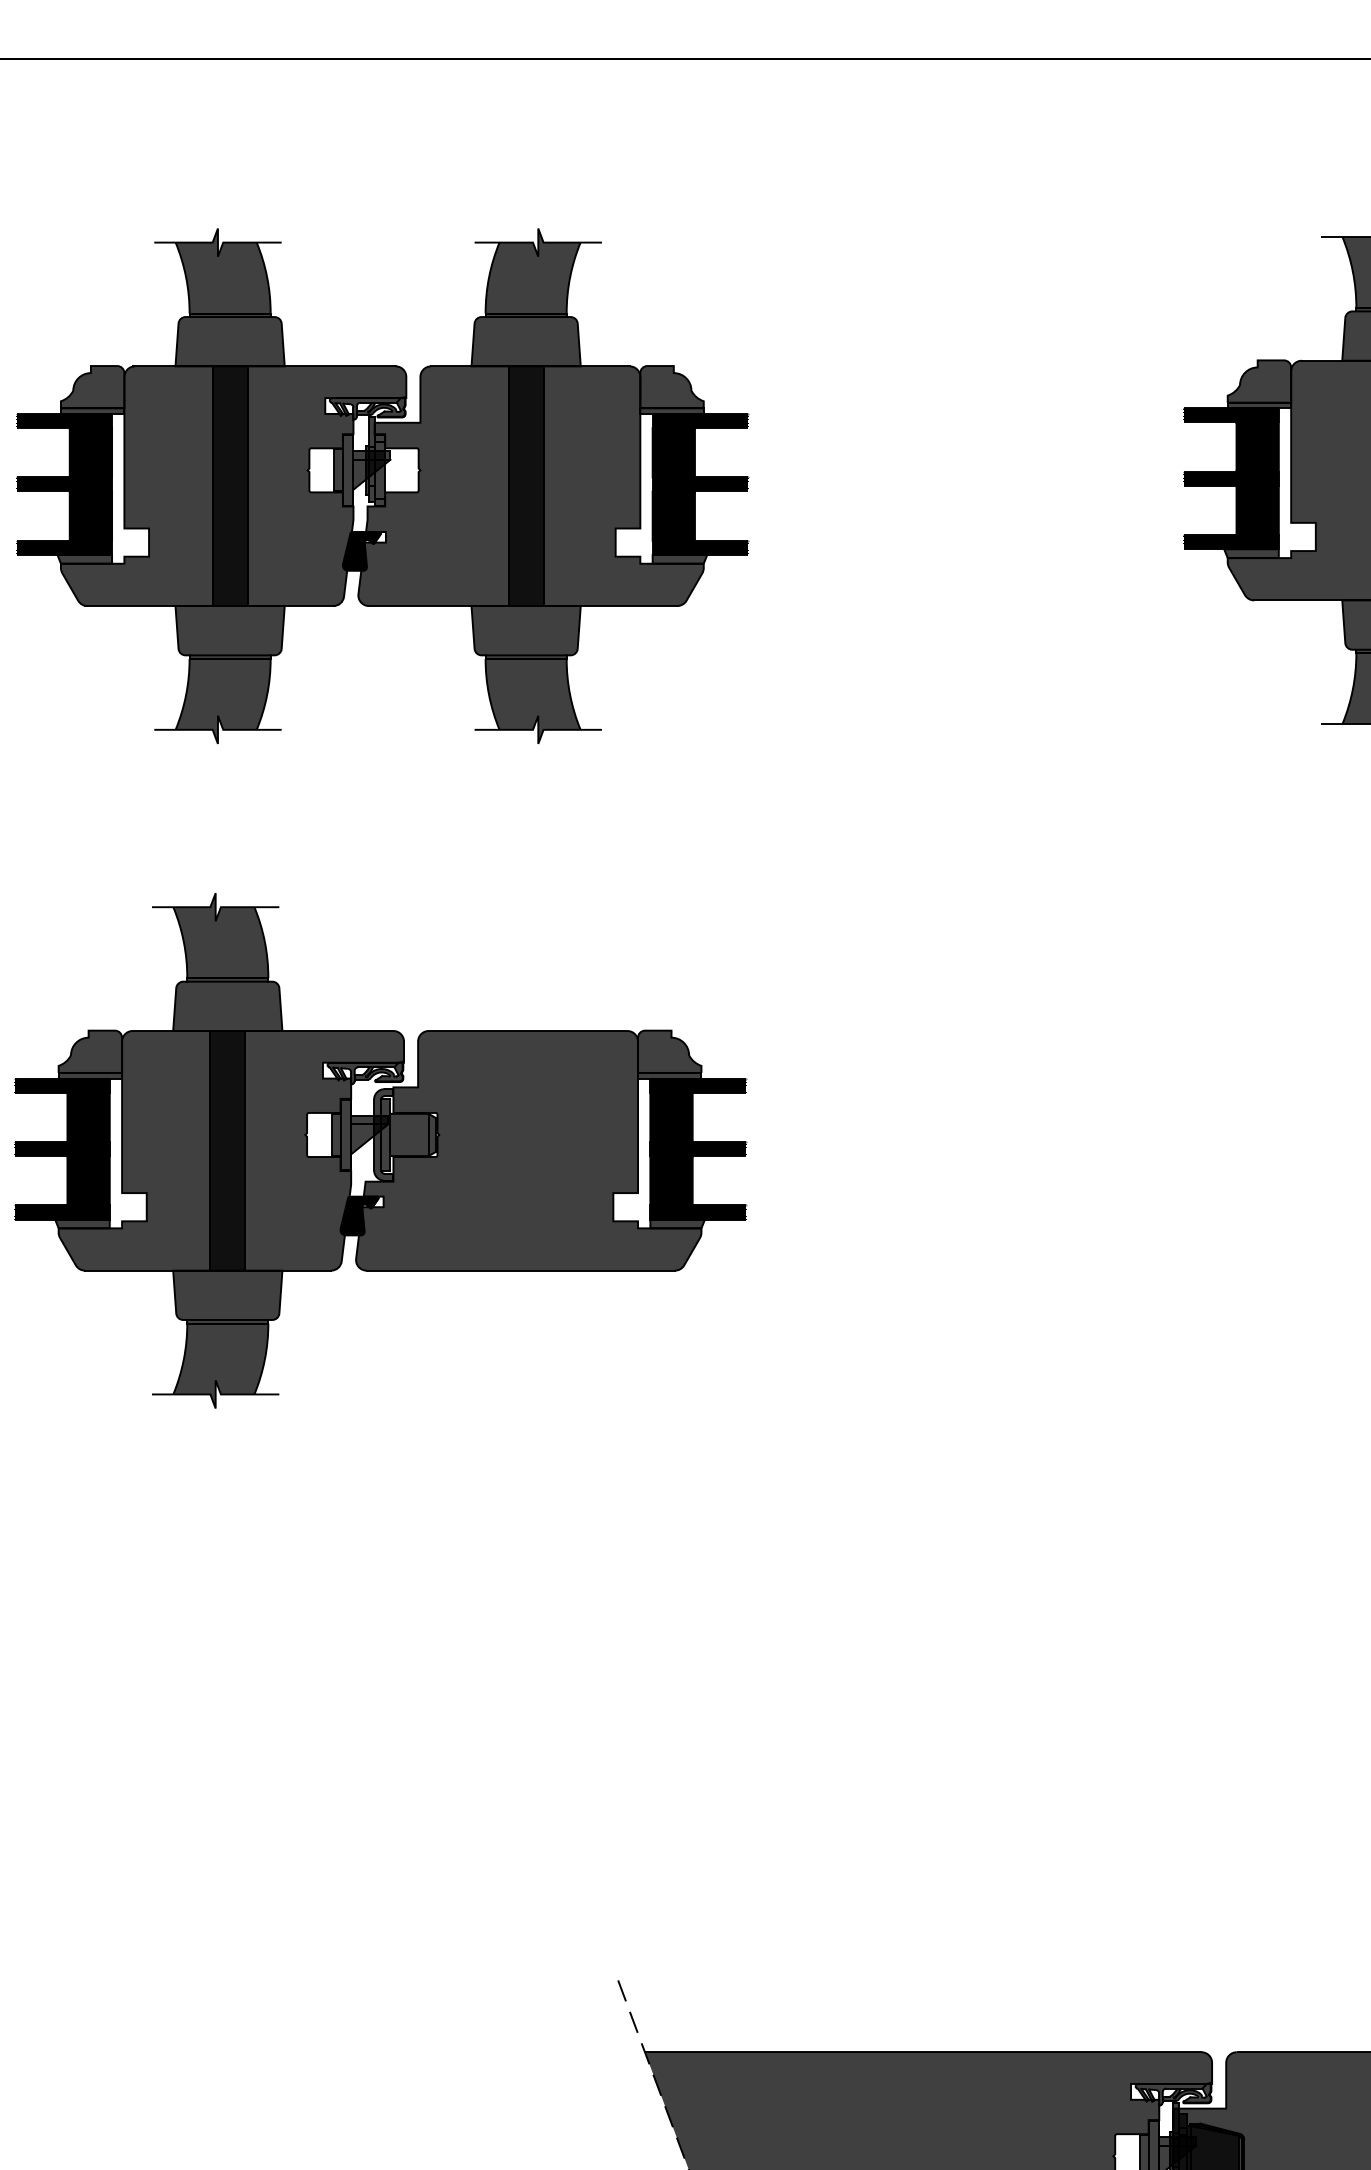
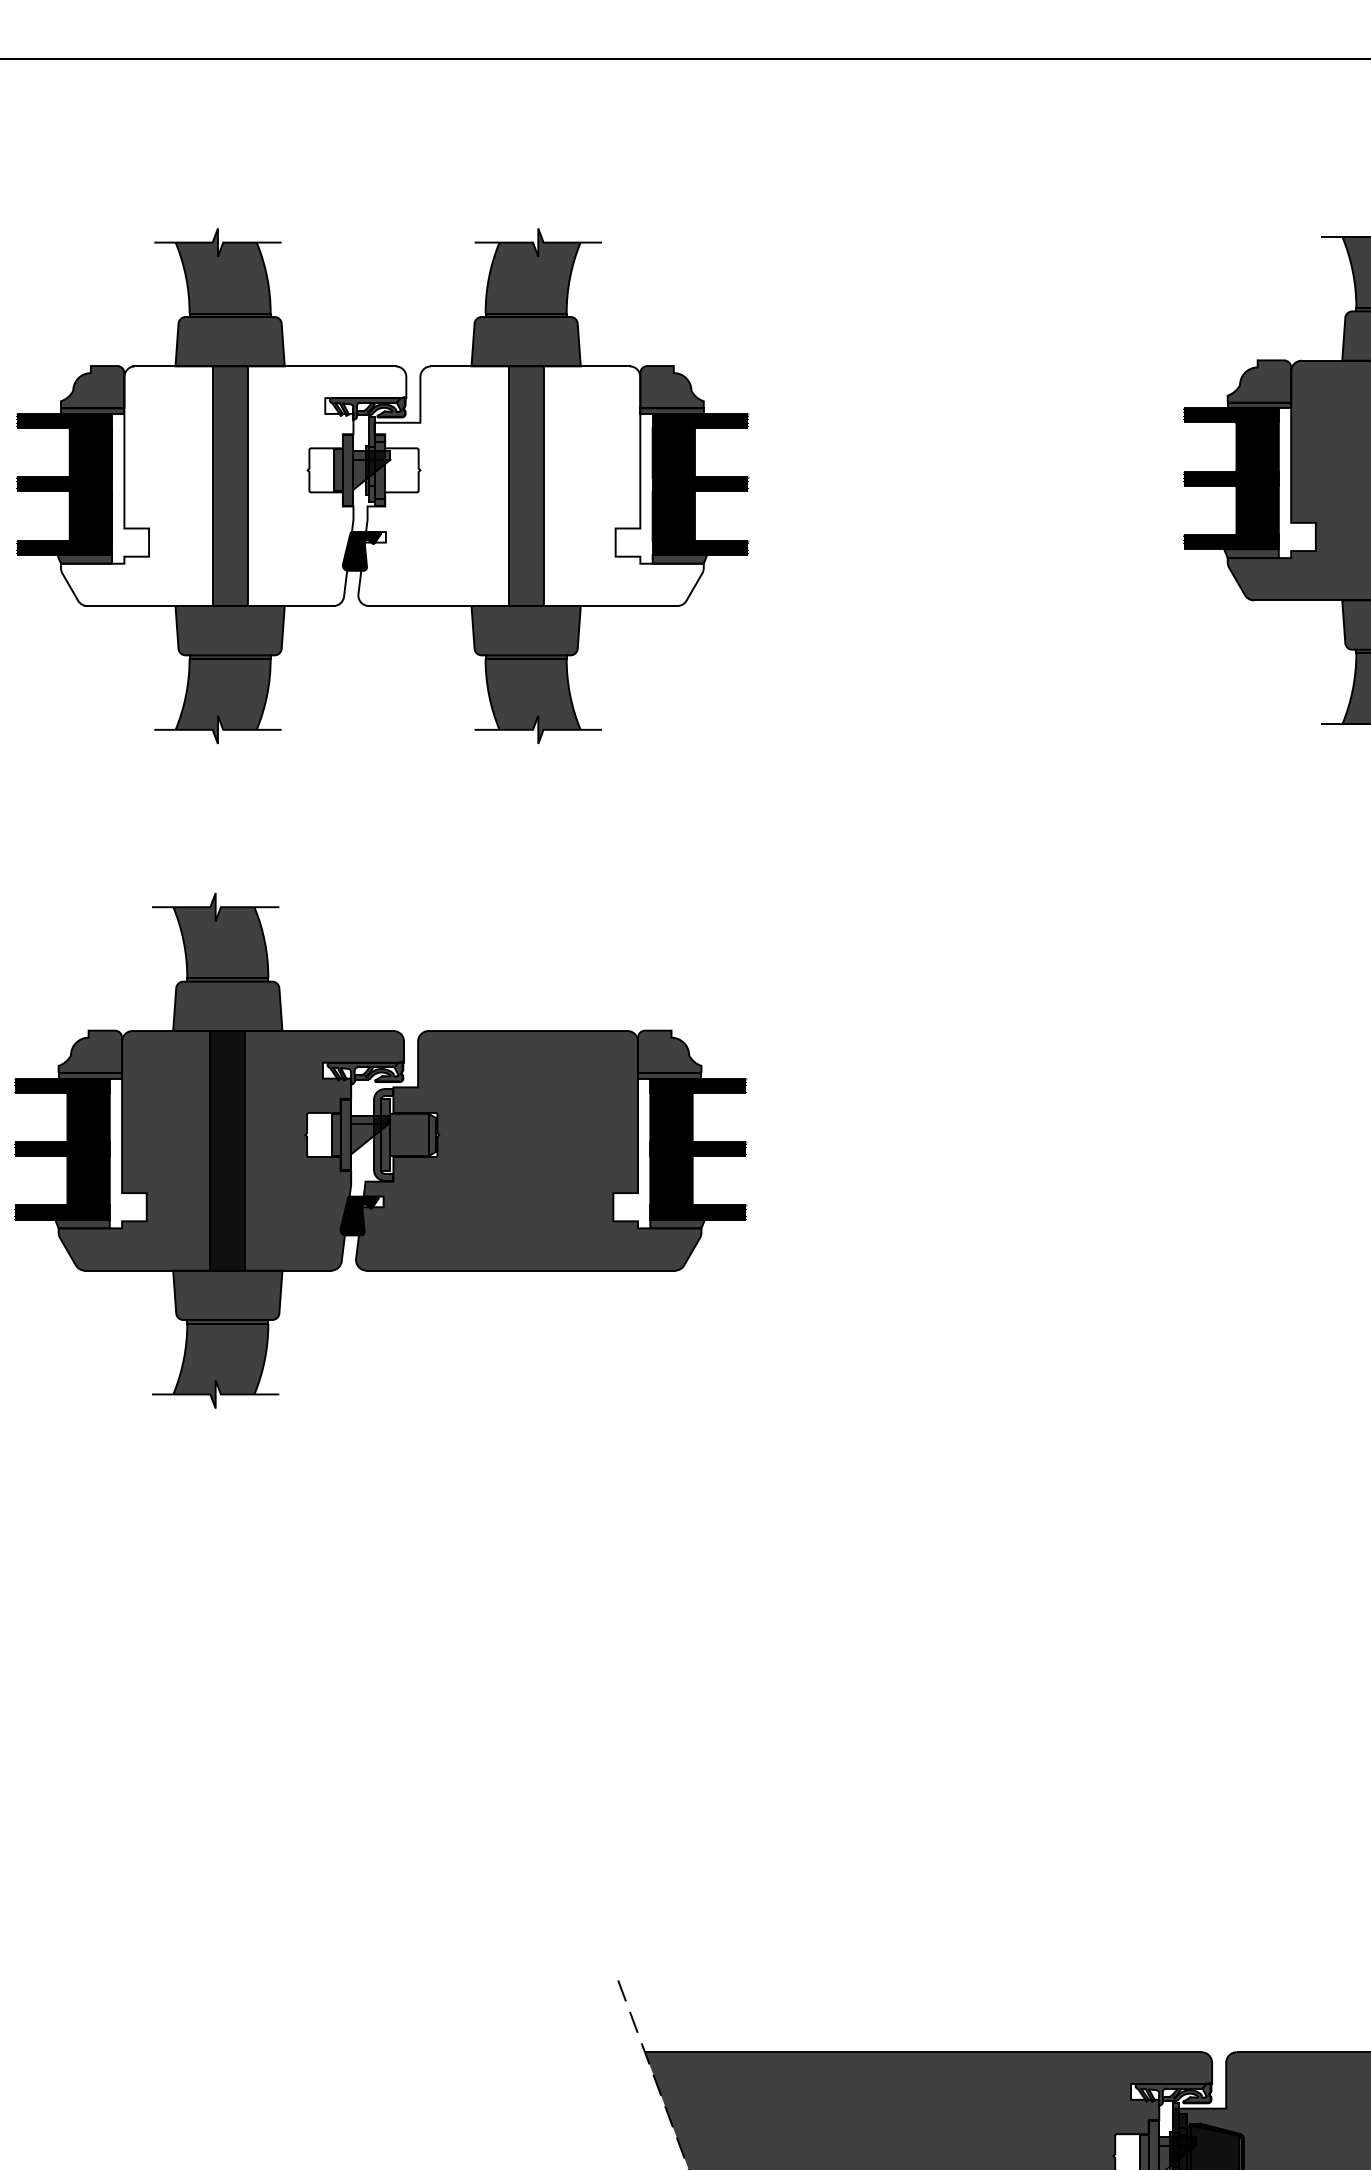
fill at (233, 486): present -> none
fill at (530, 486): present -> none
